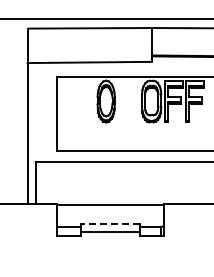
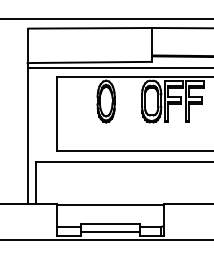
line at (118, 68): none -> present
line at (110, 224): dashed -> solid
line at (106, 239): none -> present
